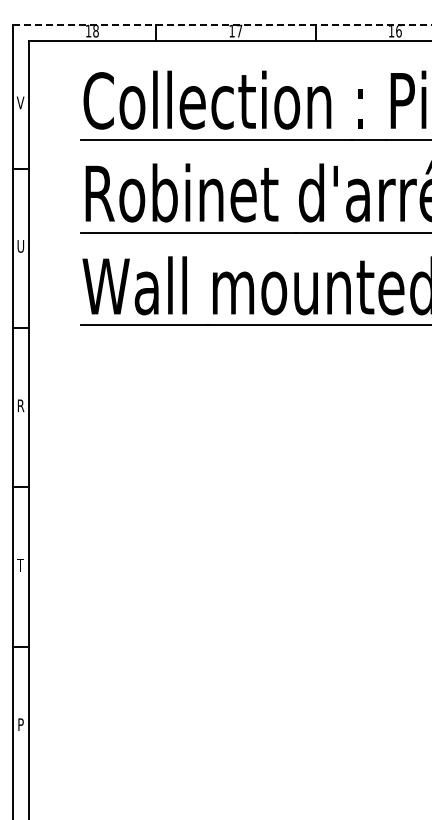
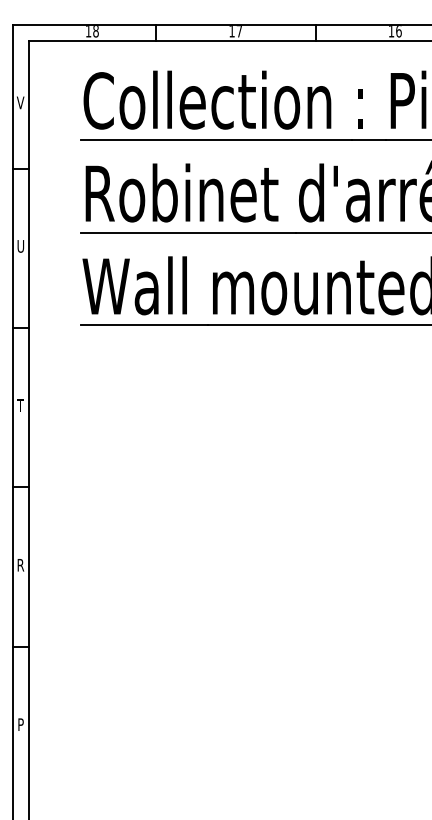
line at (222, 25): dashed -> solid
text at (20, 405): R -> T
text at (20, 565): T -> R
